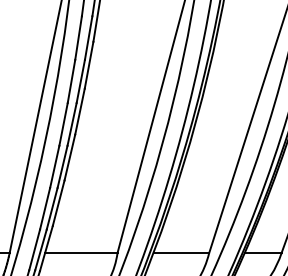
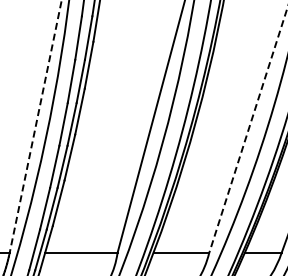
line at (35, 126): solid -> dashed
line at (248, 130): solid -> dashed
